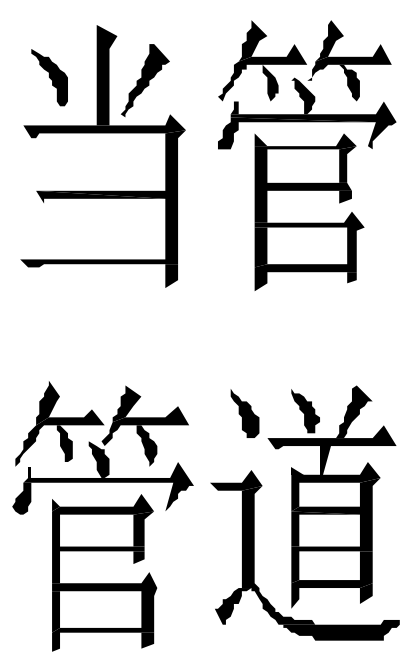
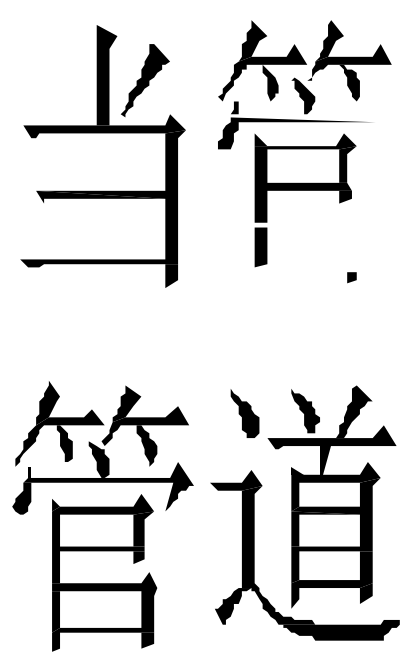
part at (49, 77): present -> none
fill at (313, 125): present -> none
fill at (309, 251): present -> none
